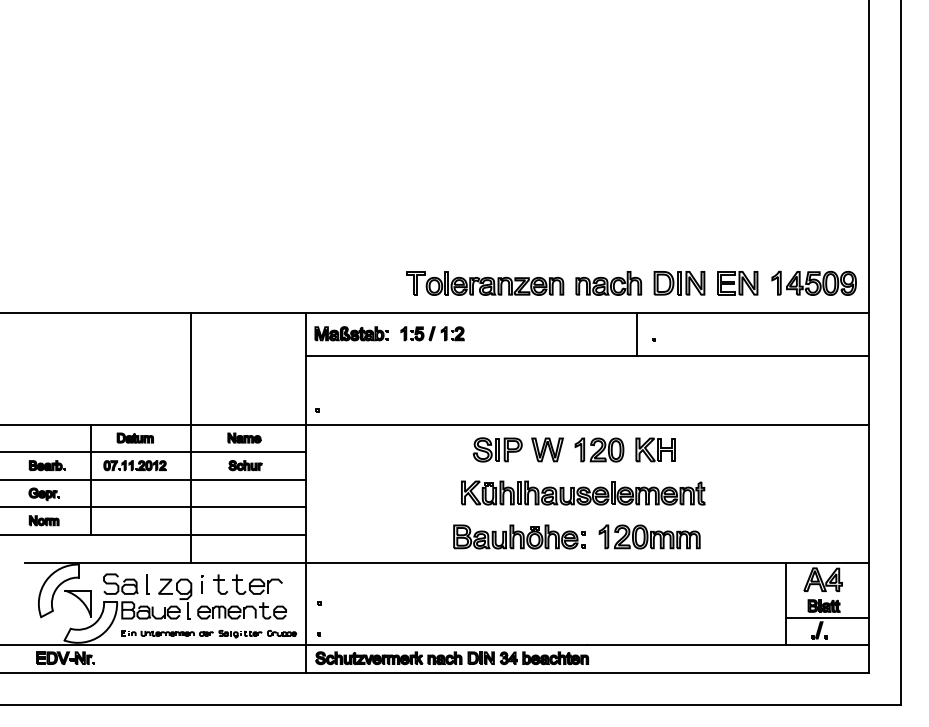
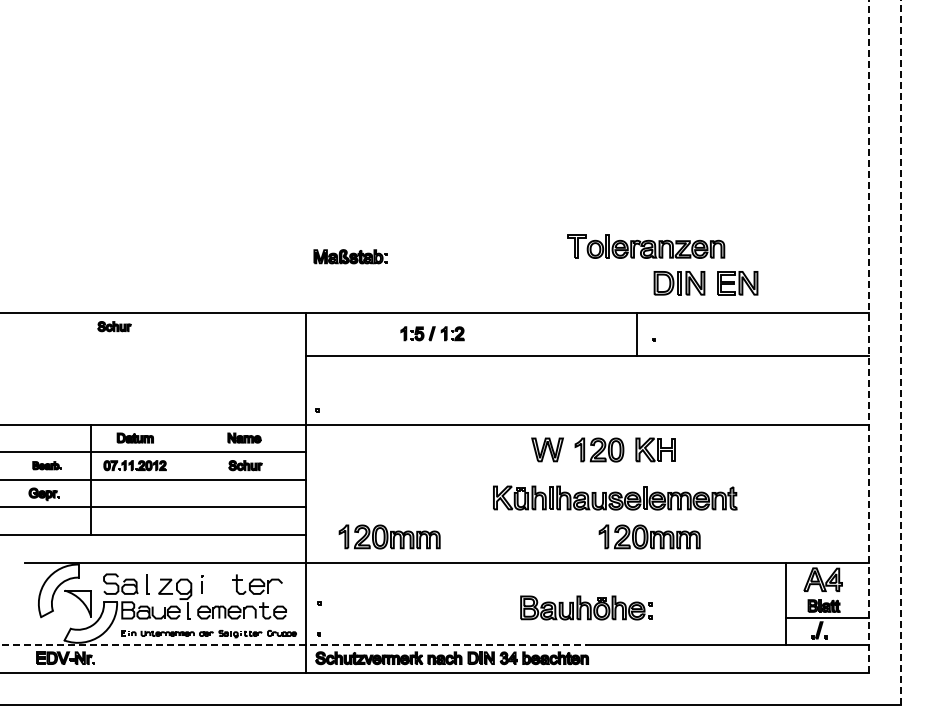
part at (813, 282): present -> none
part at (485, 283) position: (485, 283) -> (646, 246)
part at (608, 283): present -> none
part at (114, 326): none -> present
part at (351, 333) position: (351, 333) -> (350, 256)
line at (868, 335): solid -> dashed
line at (901, 352): solid -> dashed
line at (190, 437): present -> none
part at (497, 449): present -> none
part at (46, 465) size: 38x12 px -> 30x10 px
part at (583, 492) position: (583, 492) -> (615, 497)
part at (43, 520): present -> none
part at (389, 536): none -> present
part at (519, 536) position: (519, 536) -> (586, 607)
part at (220, 584): present -> none
line at (294, 645): solid -> dashed
